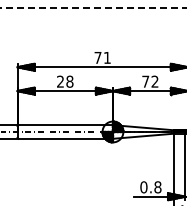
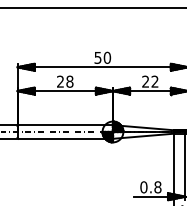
line at (93, 8): dashed -> solid
text at (102, 57): 71 -> 50
text at (145, 81): 72 -> 22
